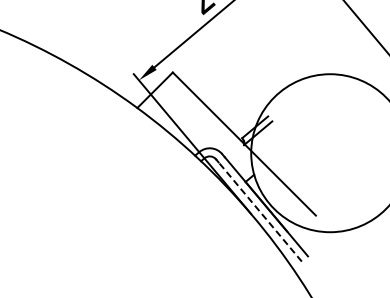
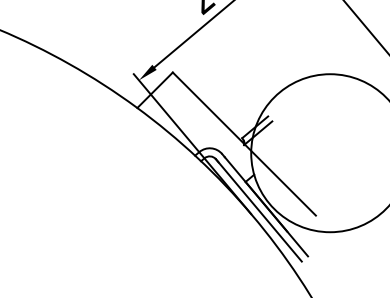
line at (258, 210): dashed -> solid
